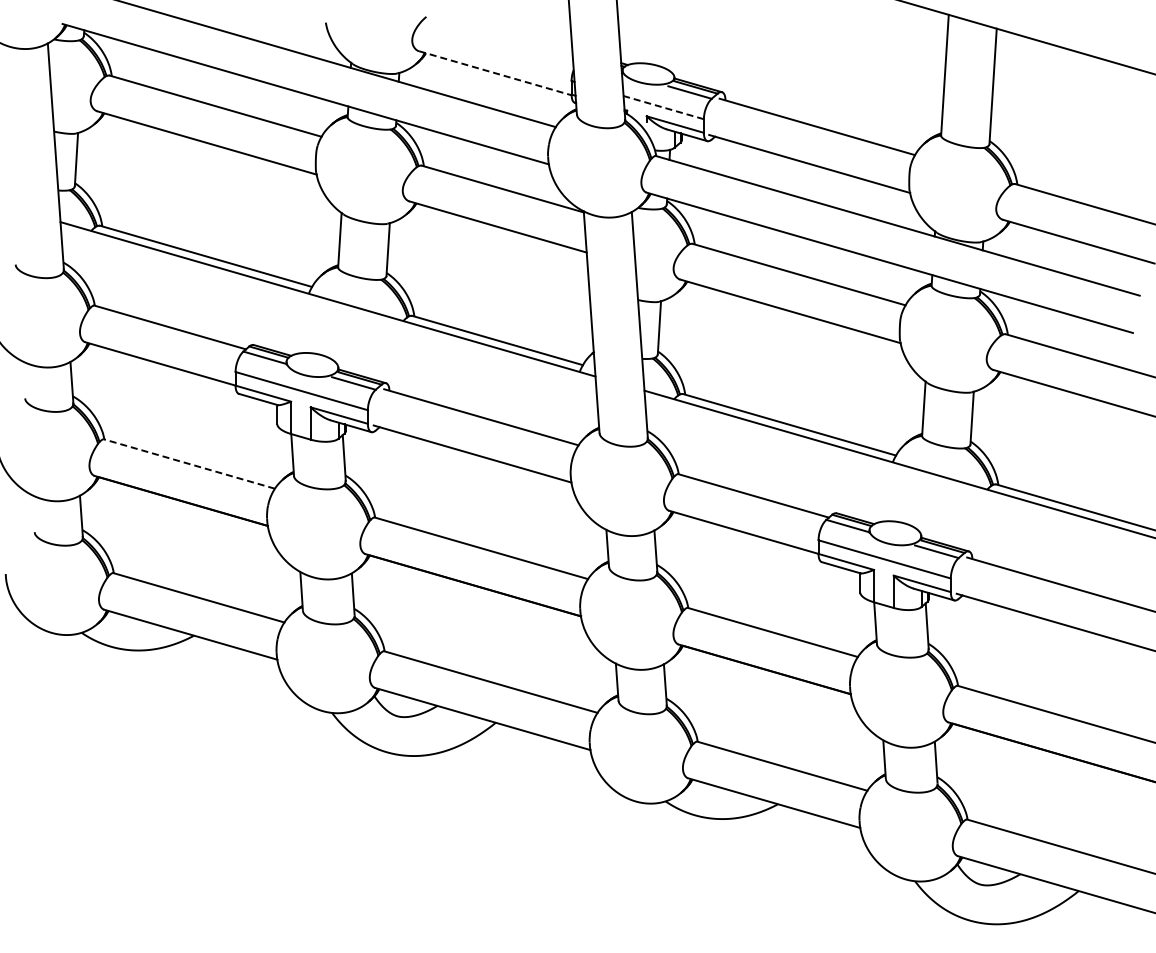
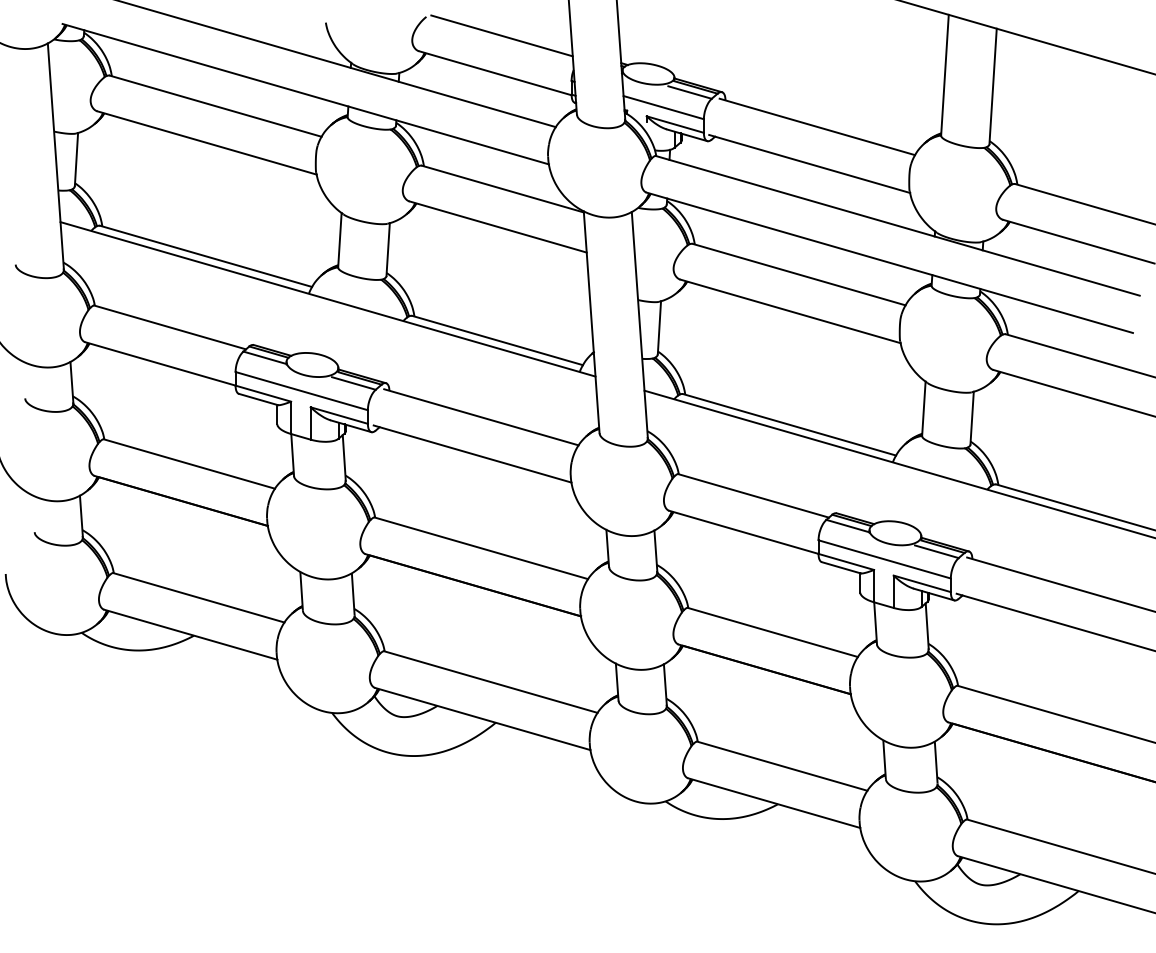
line at (501, 35): none -> present
line at (495, 73): dashed -> solid
line at (663, 107): dashed -> solid
line at (188, 463): dashed -> solid
